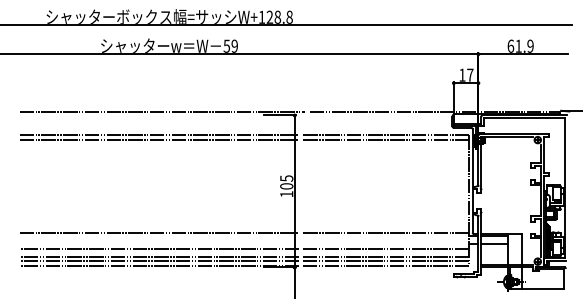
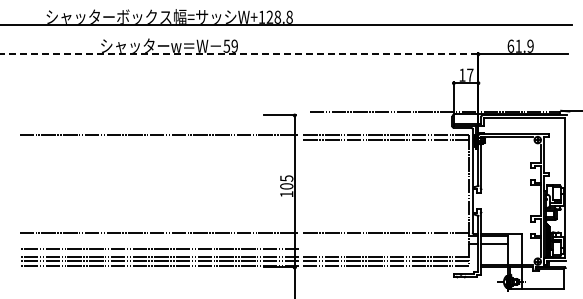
line at (238, 54): solid -> dashed
line at (162, 112): present -> none
line at (158, 139): present -> none
line at (386, 248): present -> none
